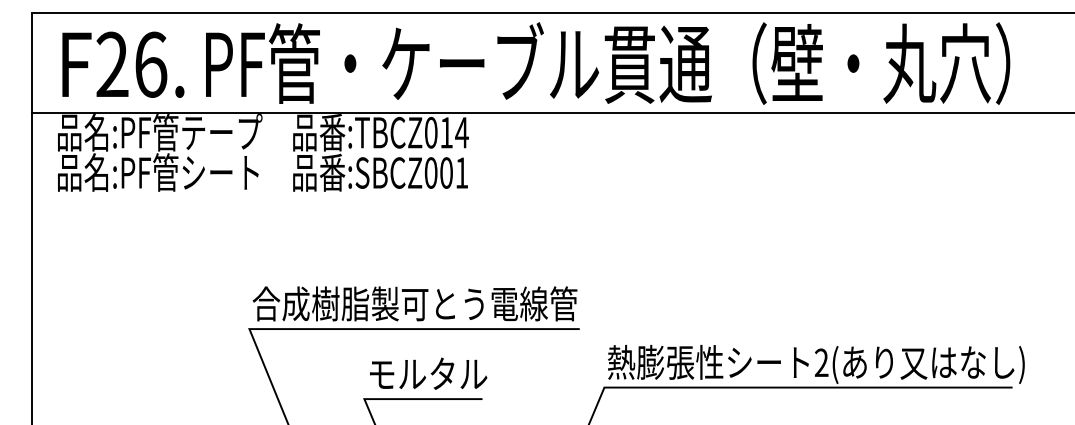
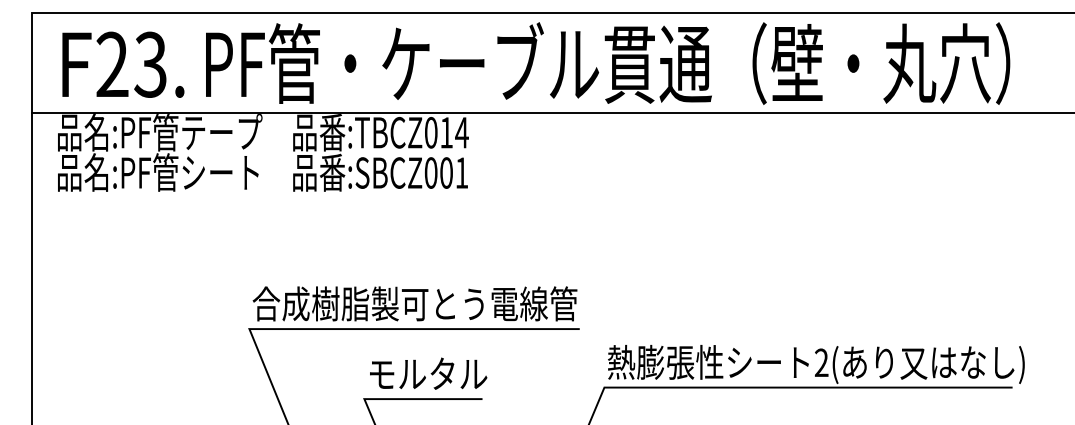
text at (150, 64): F26. -> F23.
